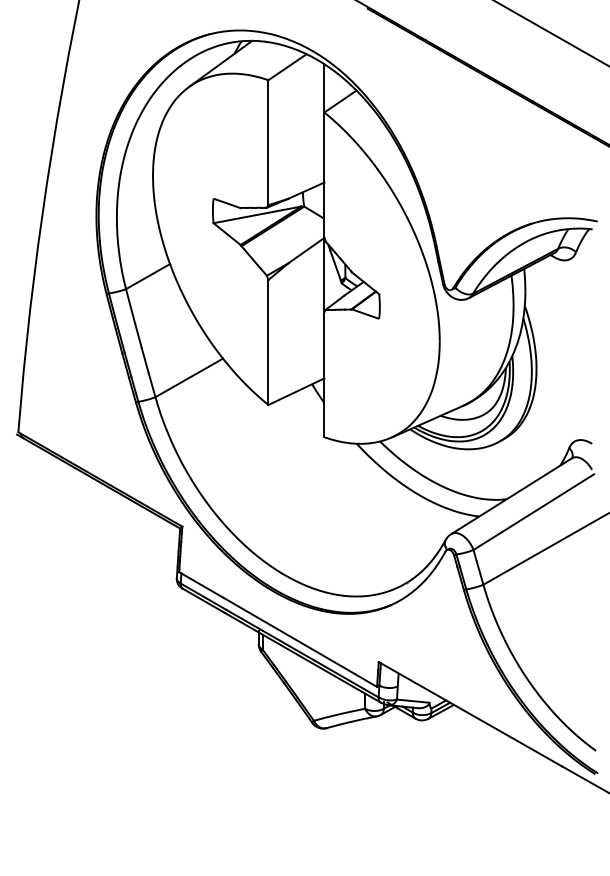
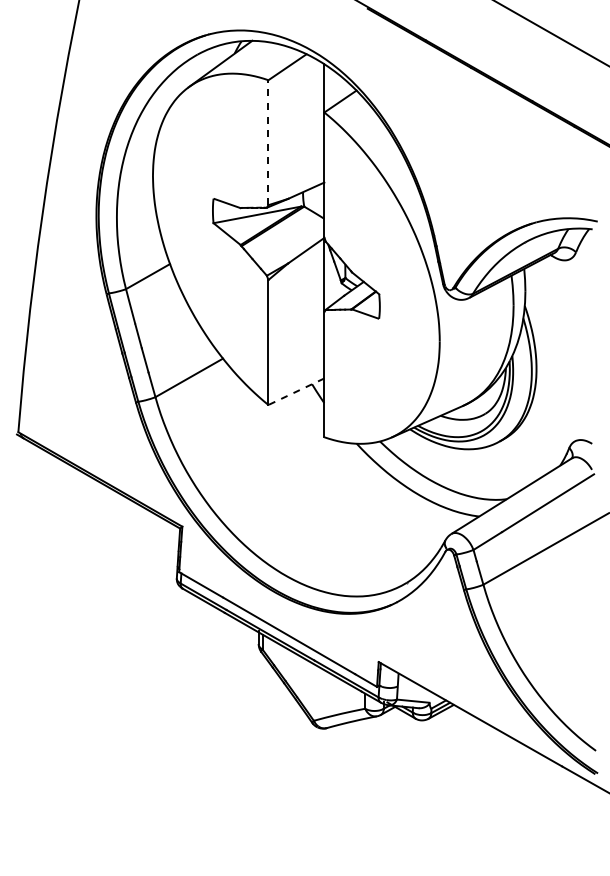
line at (268, 142): solid -> dashed
line at (296, 391): solid -> dashed
